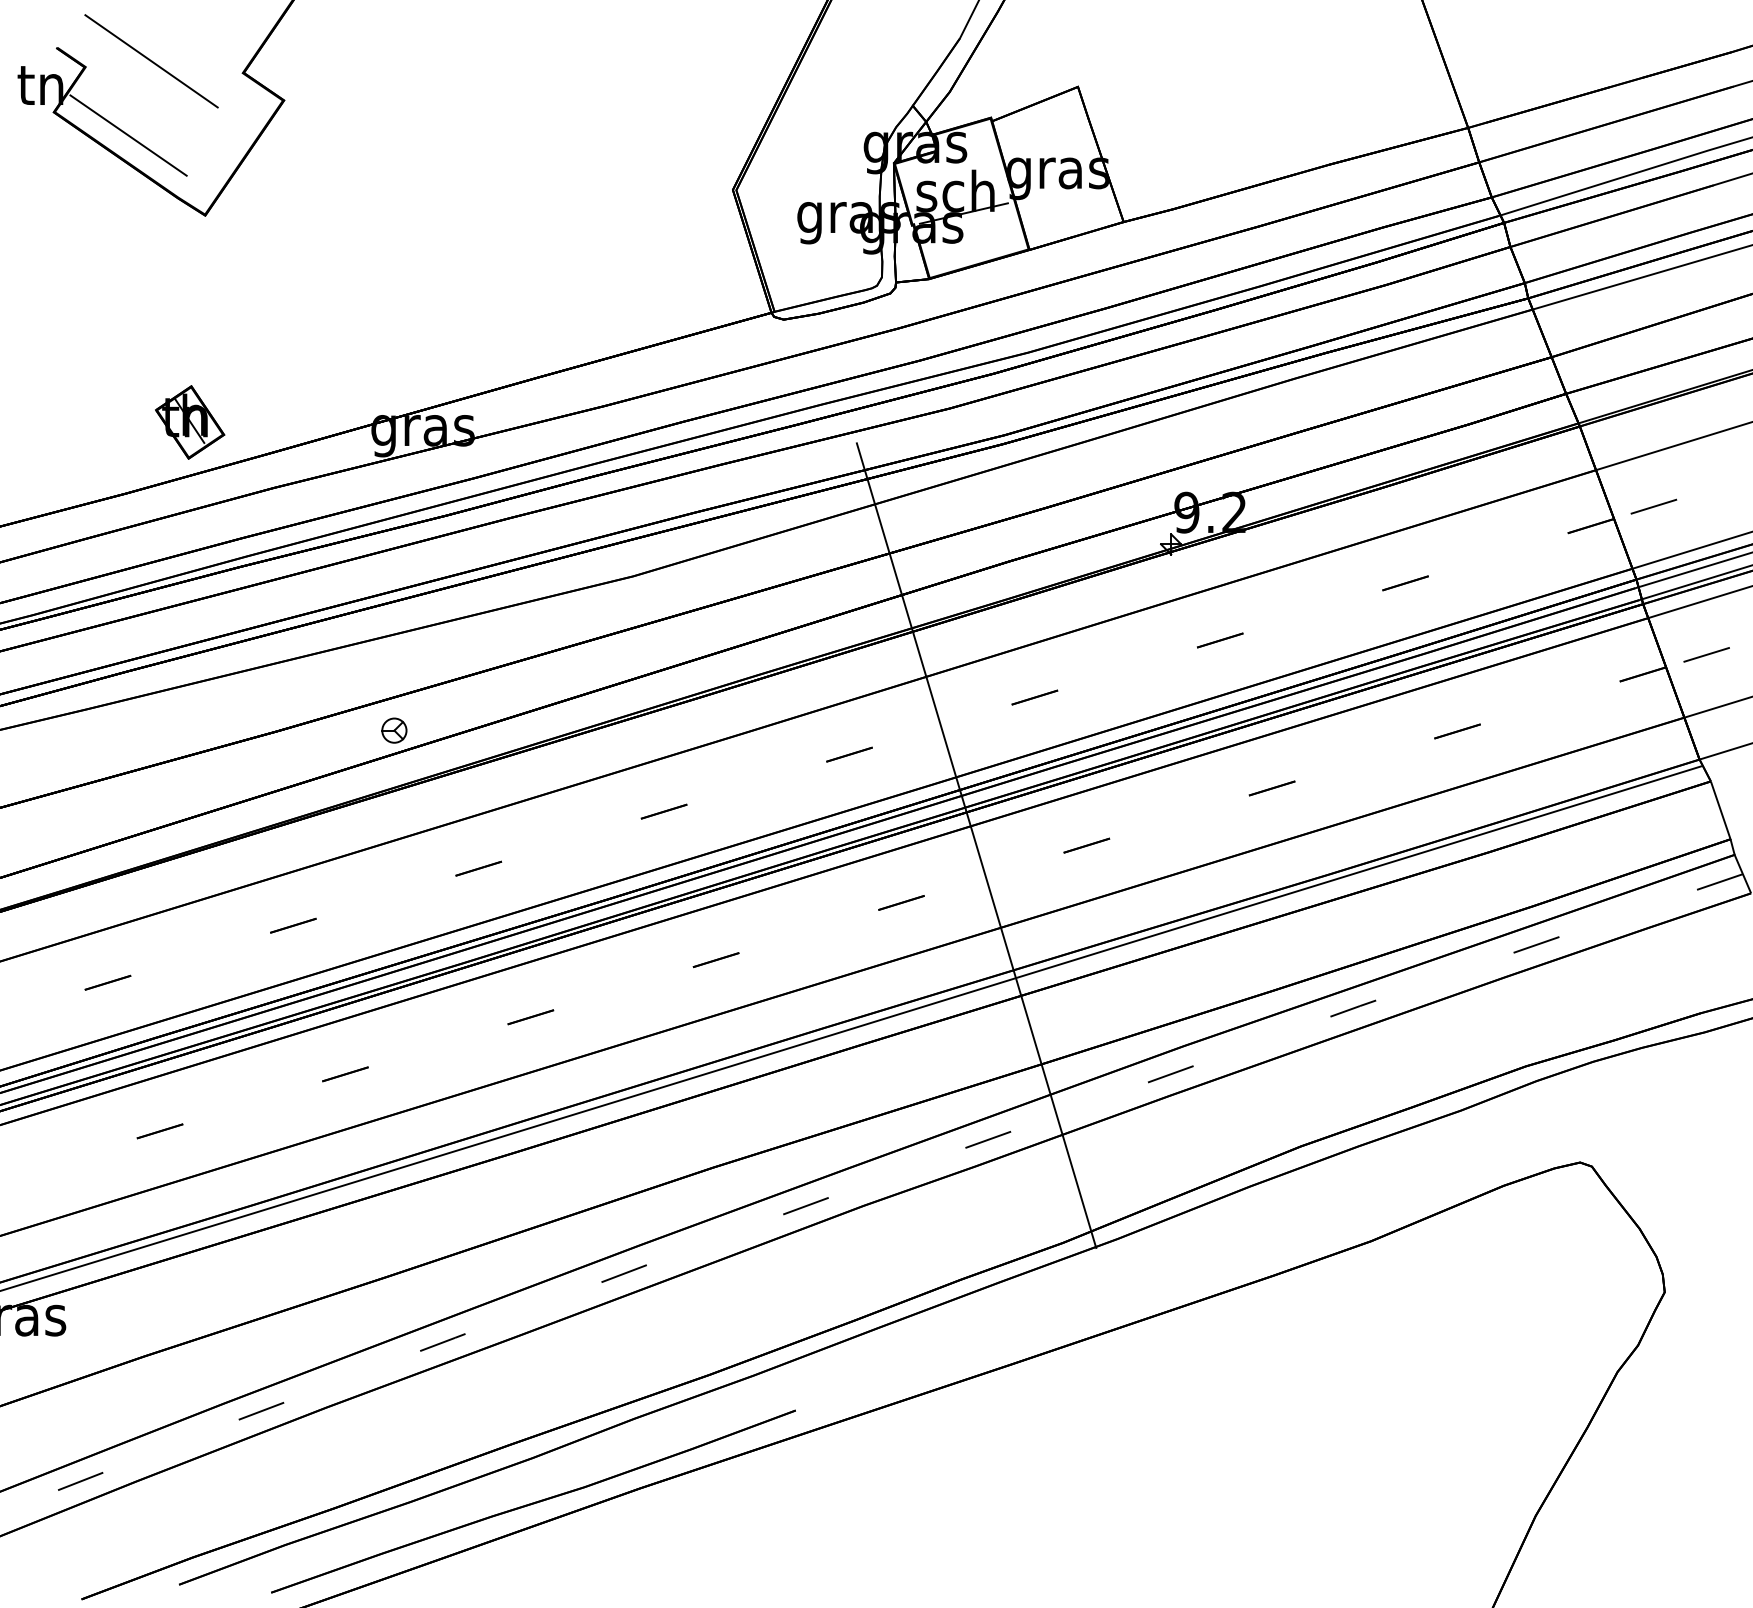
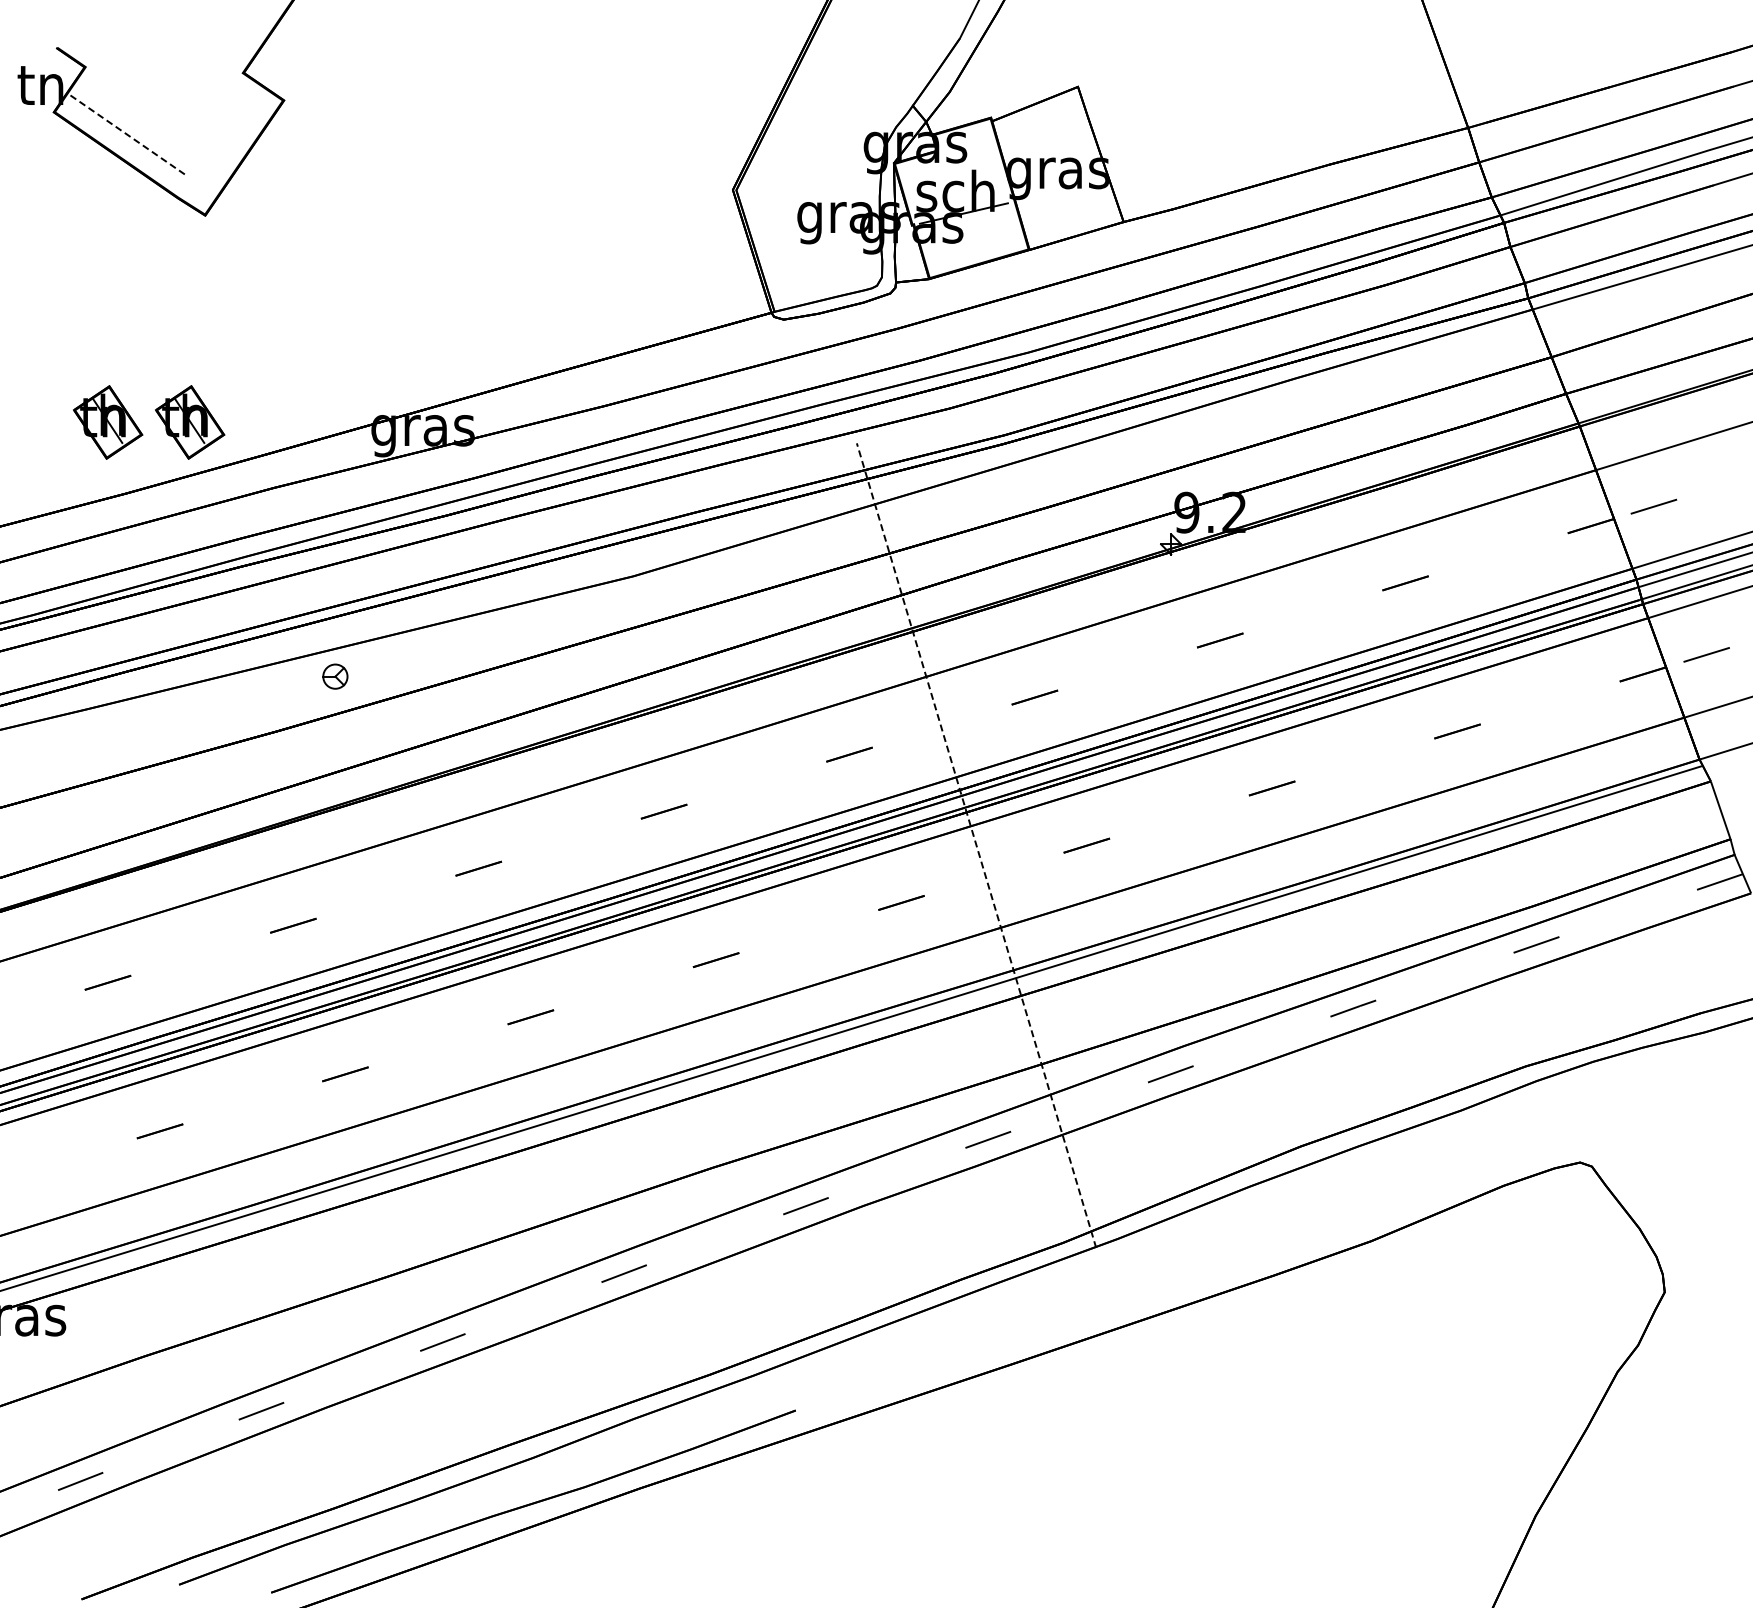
line at (151, 61): present -> none
line at (128, 135): solid -> dashed
part at (108, 422): none -> present
part at (394, 730) position: (394, 730) -> (335, 676)
line at (976, 845): solid -> dashed
